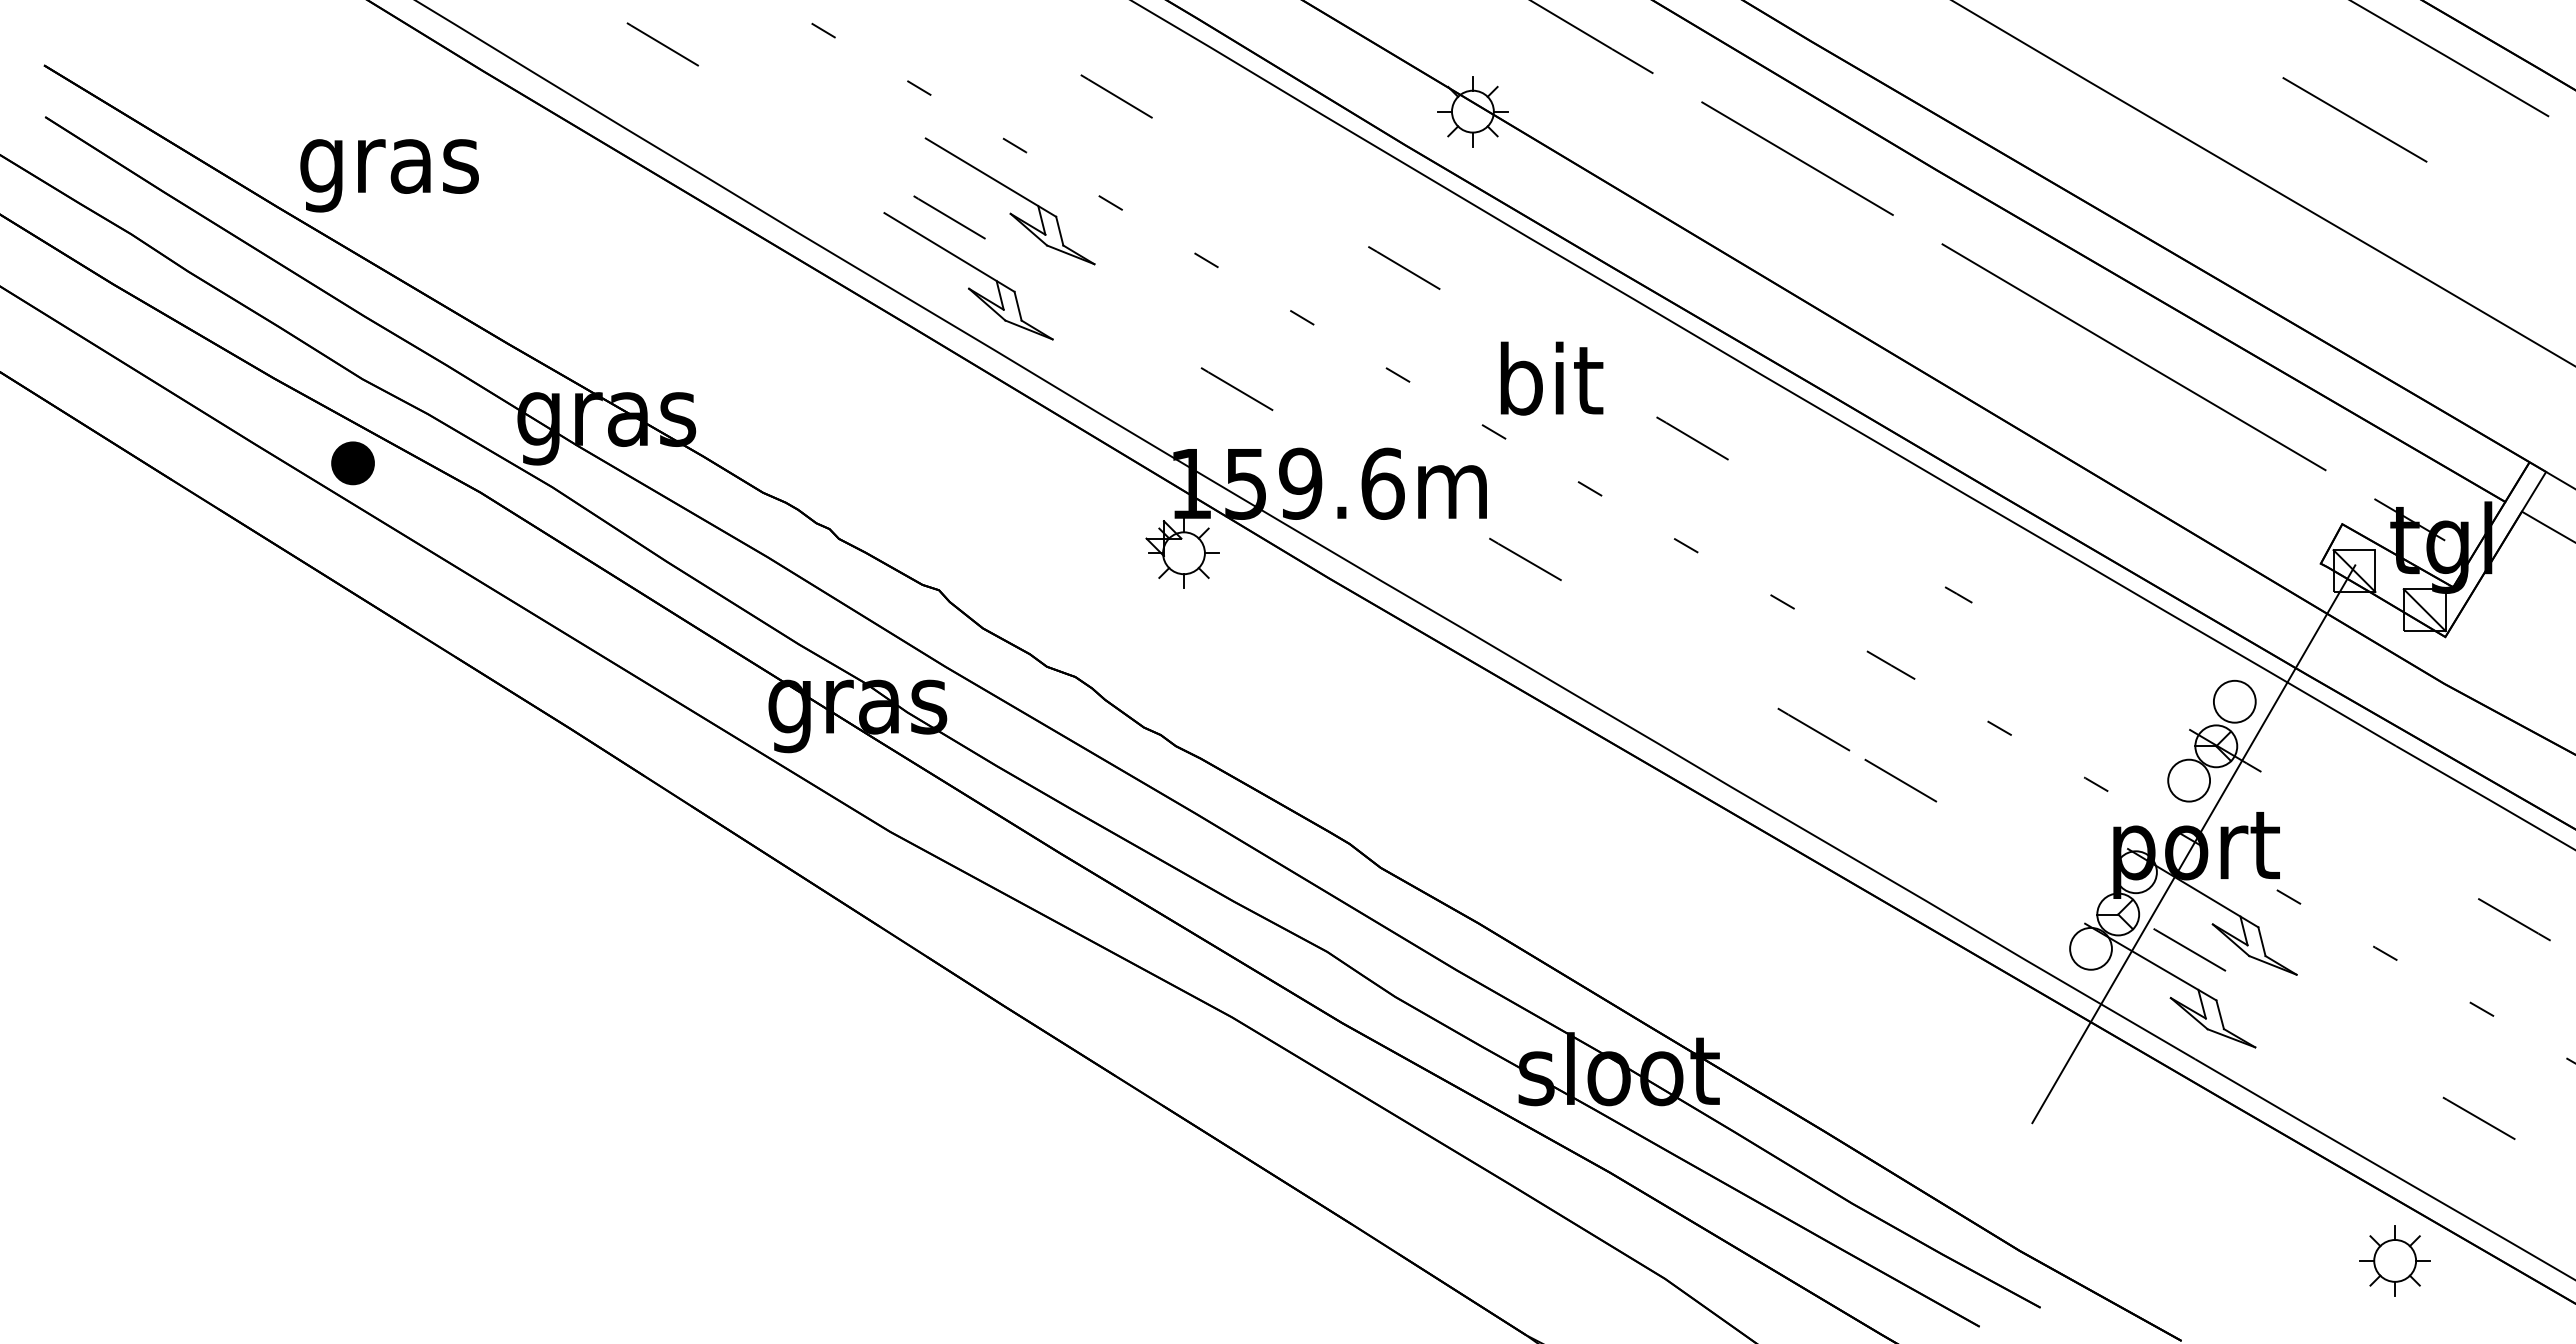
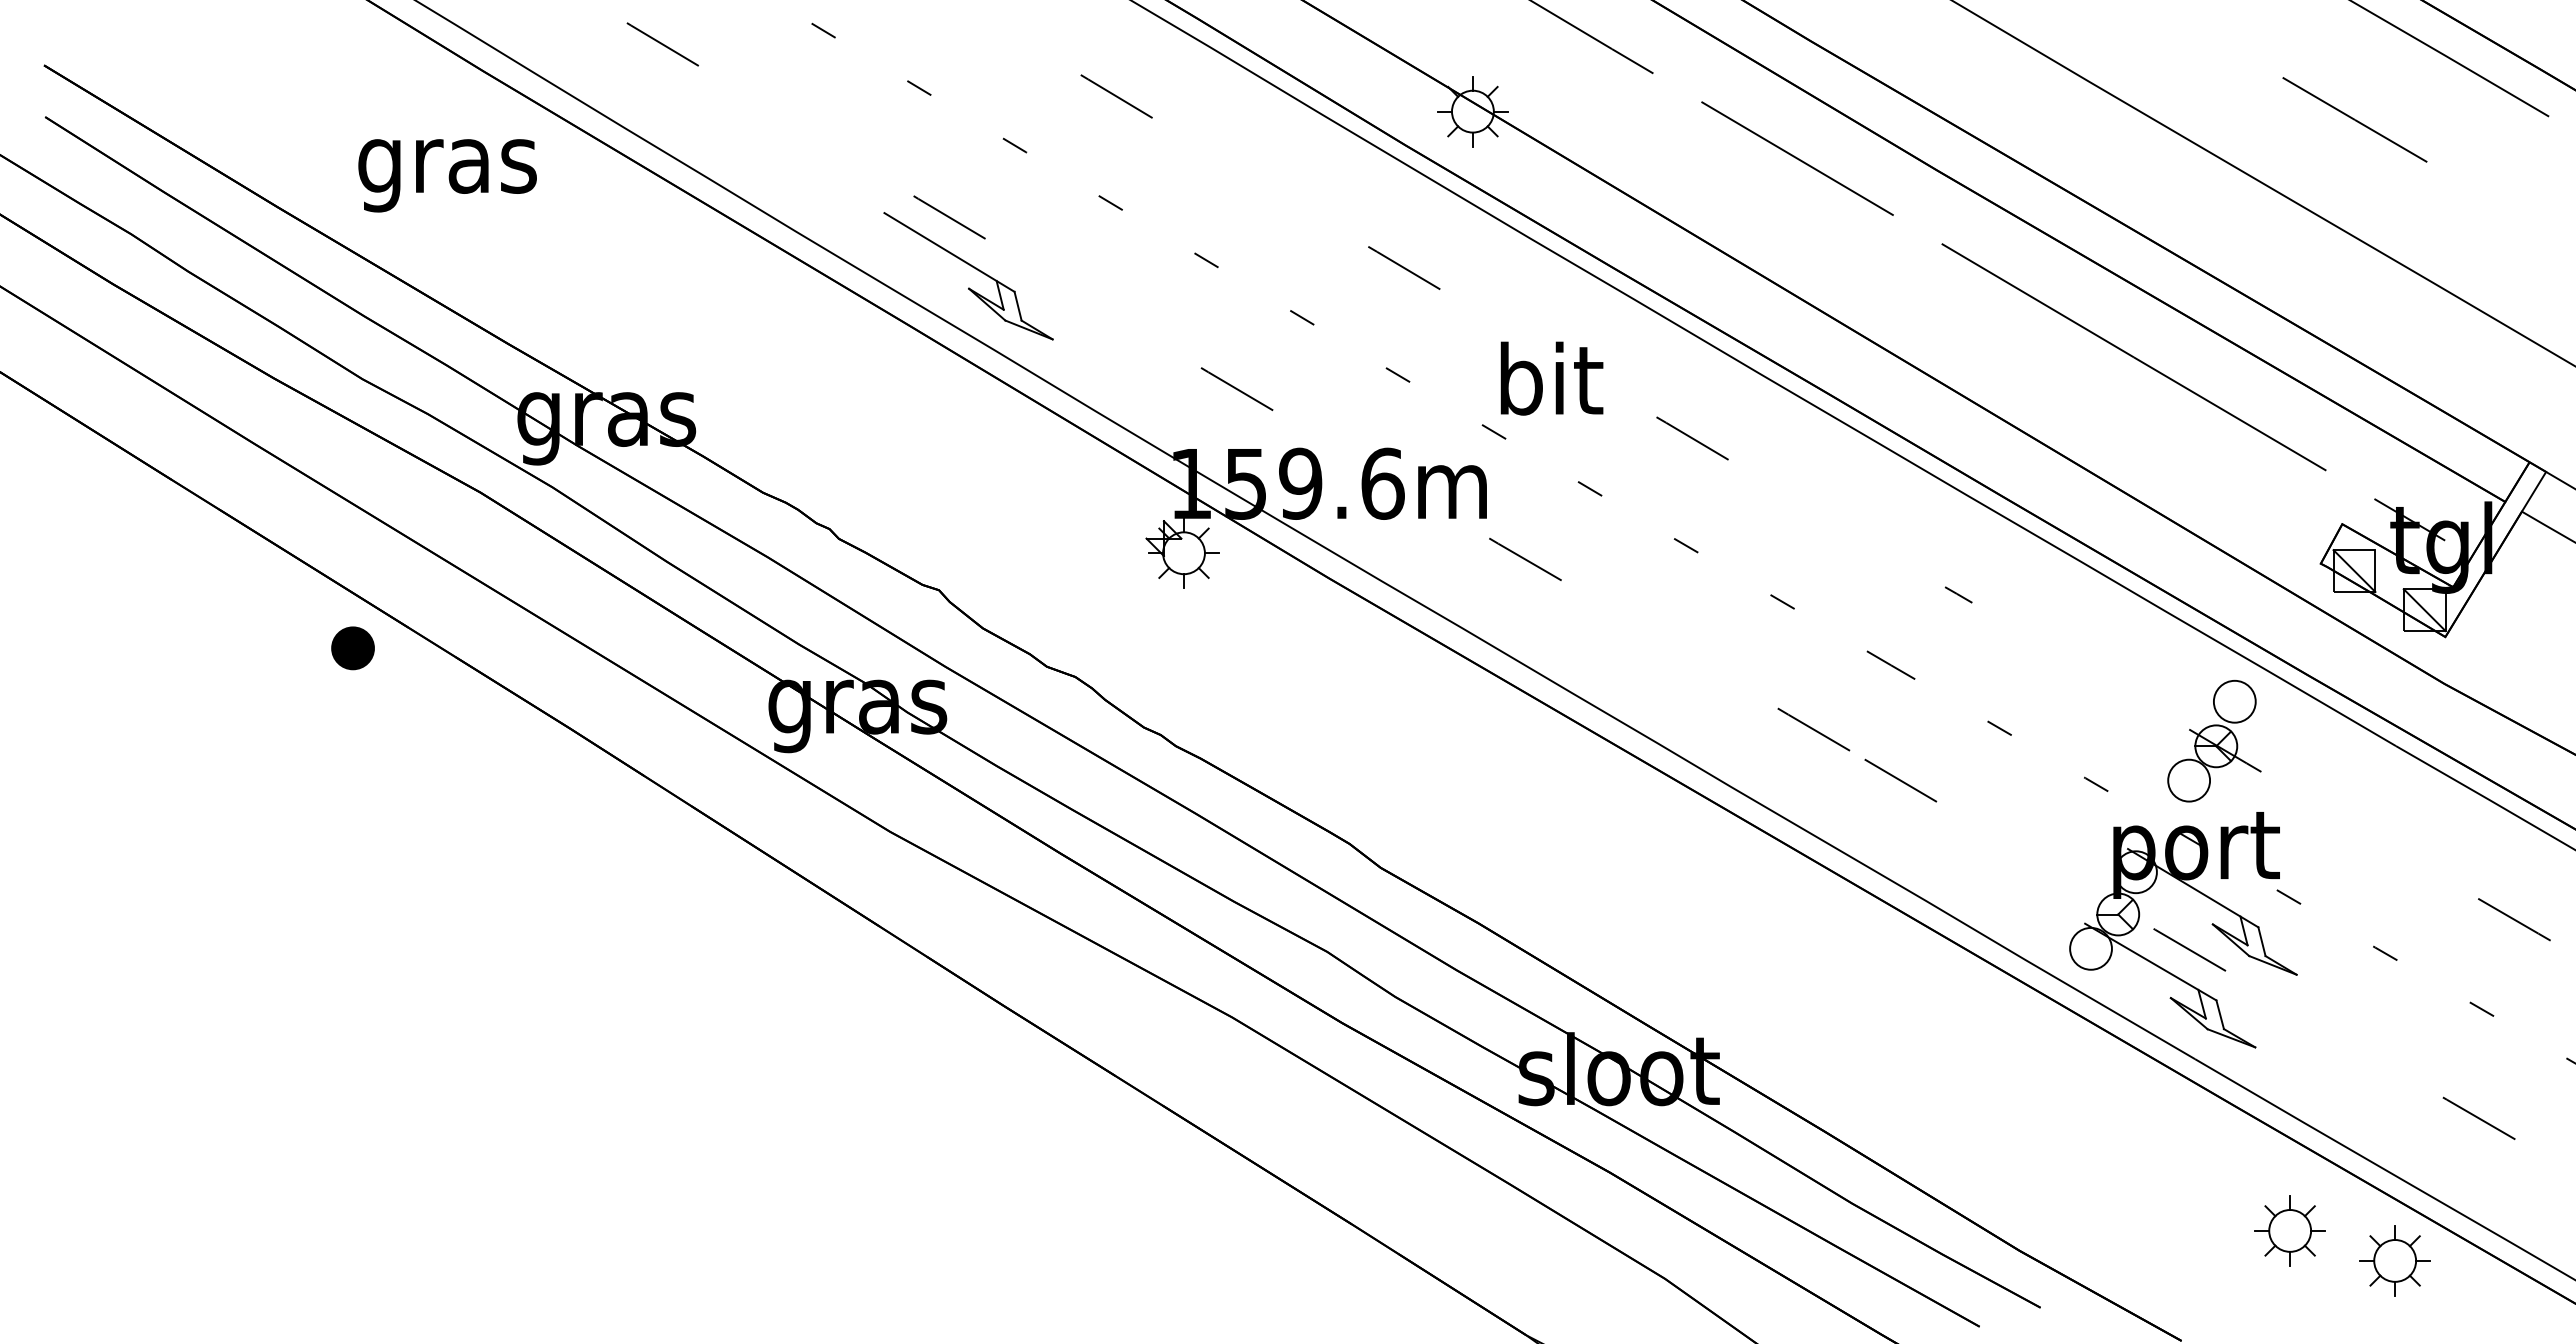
text at (389, 175) position: (389, 175) -> (447, 175)
part at (1013, 192): present -> none
part at (352, 463) position: (352, 463) -> (352, 648)
line at (2193, 844): present -> none
part at (2289, 1230): none -> present
